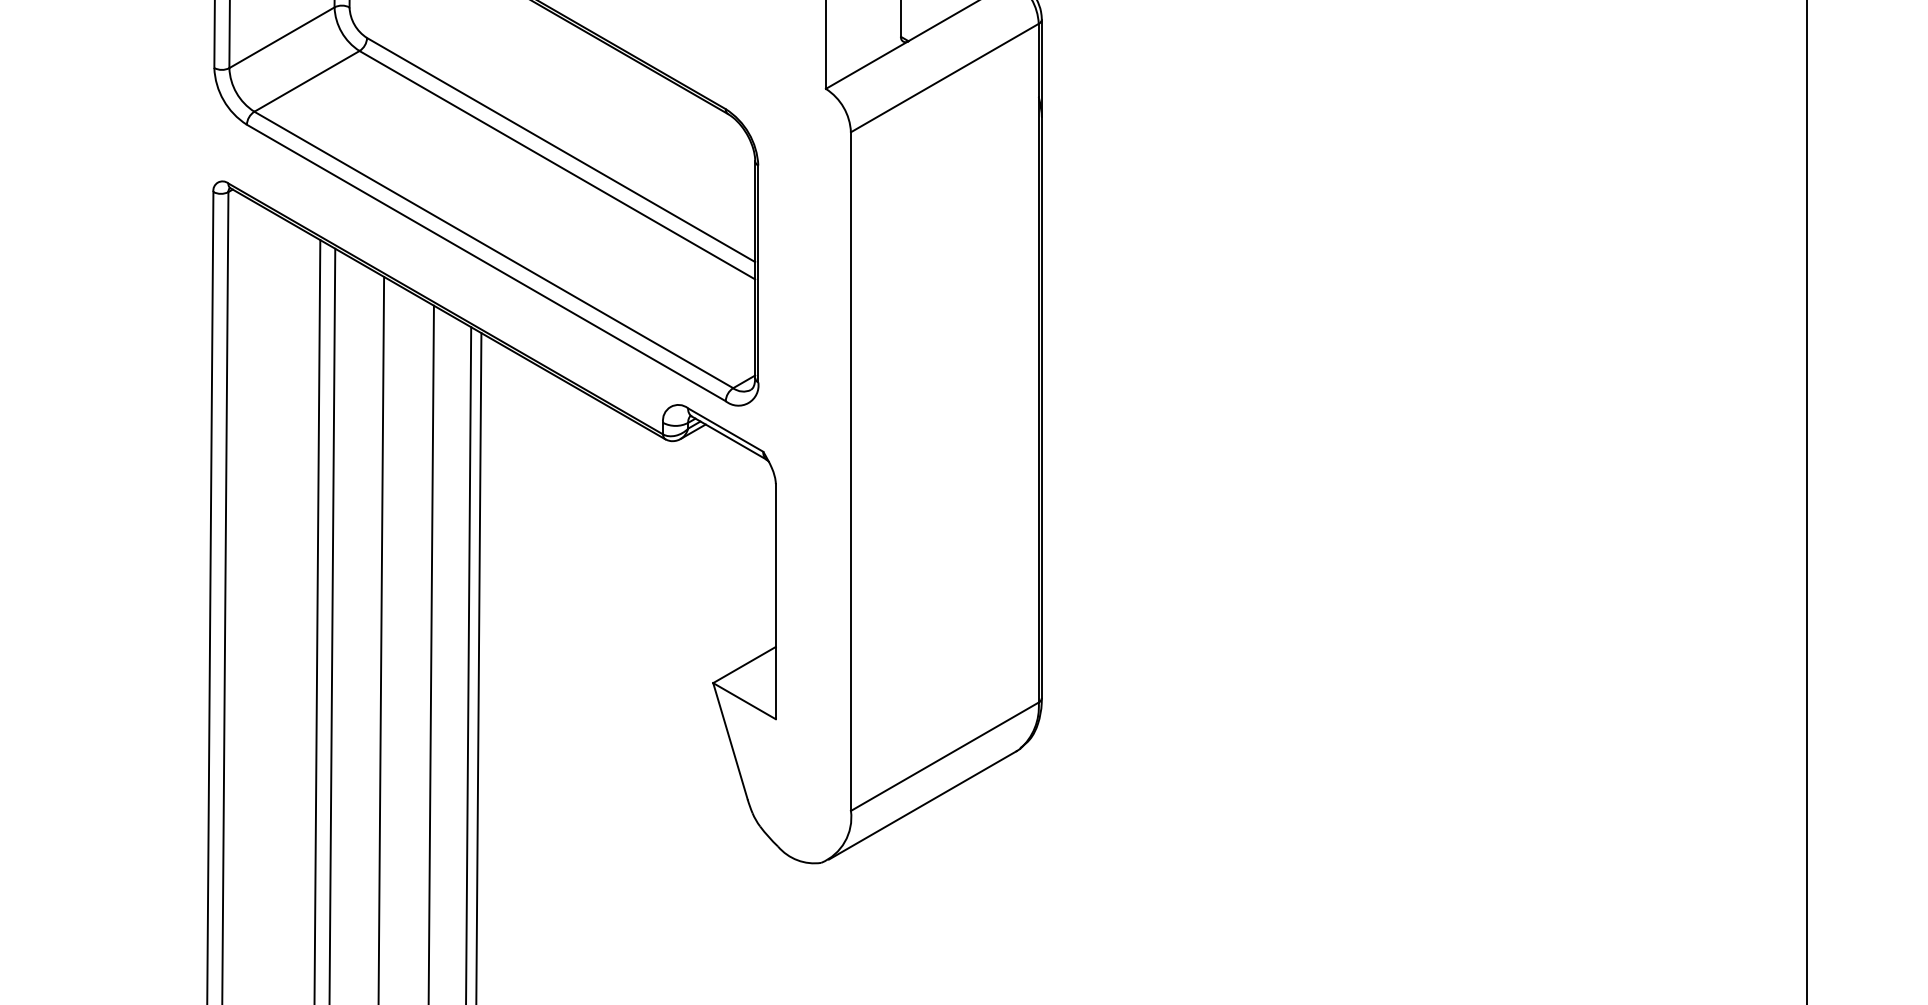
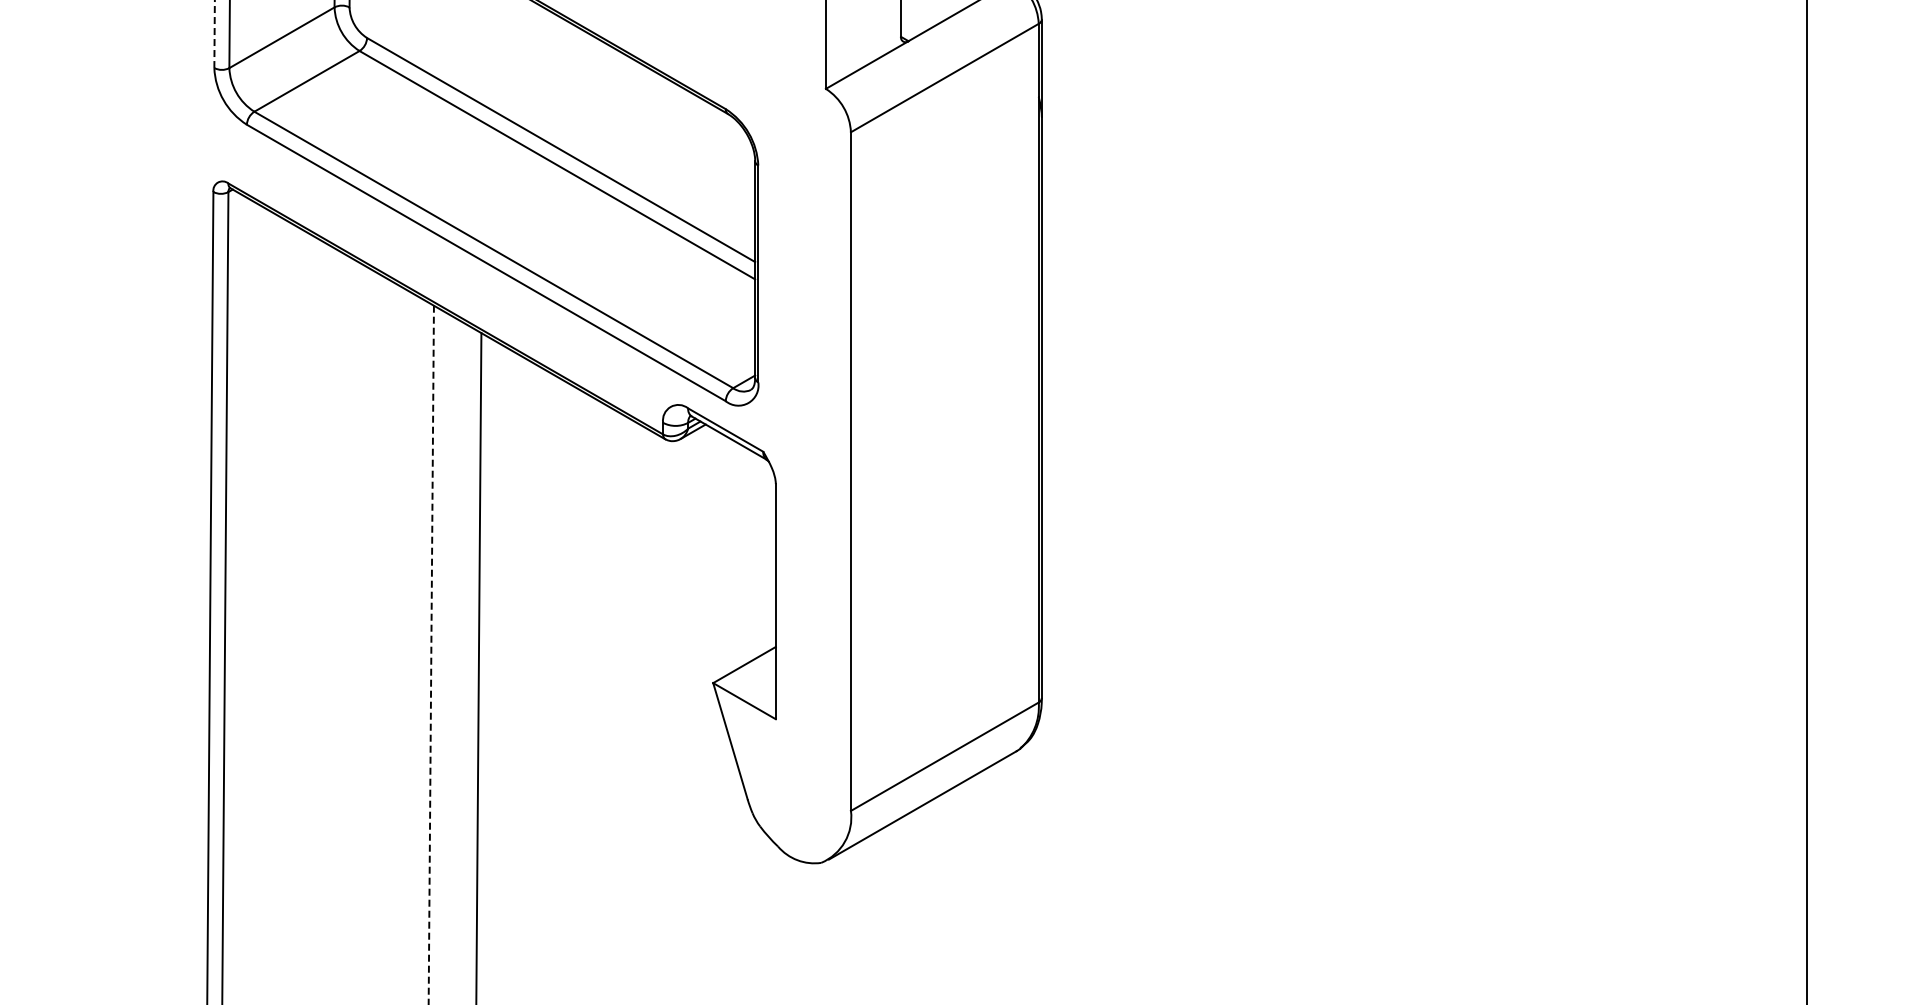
line at (214, 34): solid -> dashed
line at (317, 620): present -> none
line at (332, 624): present -> none
line at (381, 638): present -> none
line at (431, 655): solid -> dashed
line at (468, 664): present -> none
